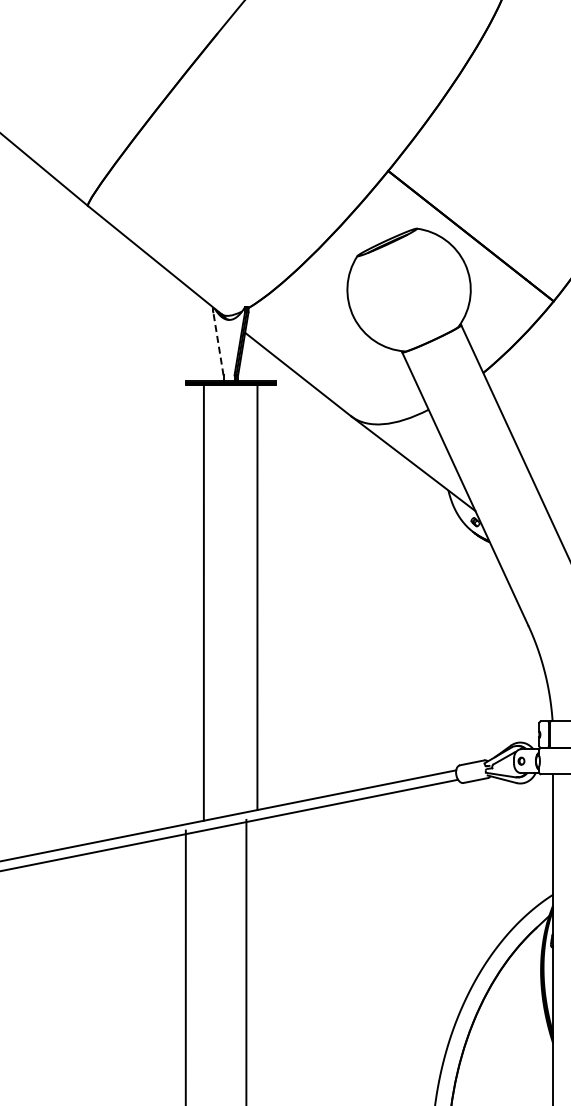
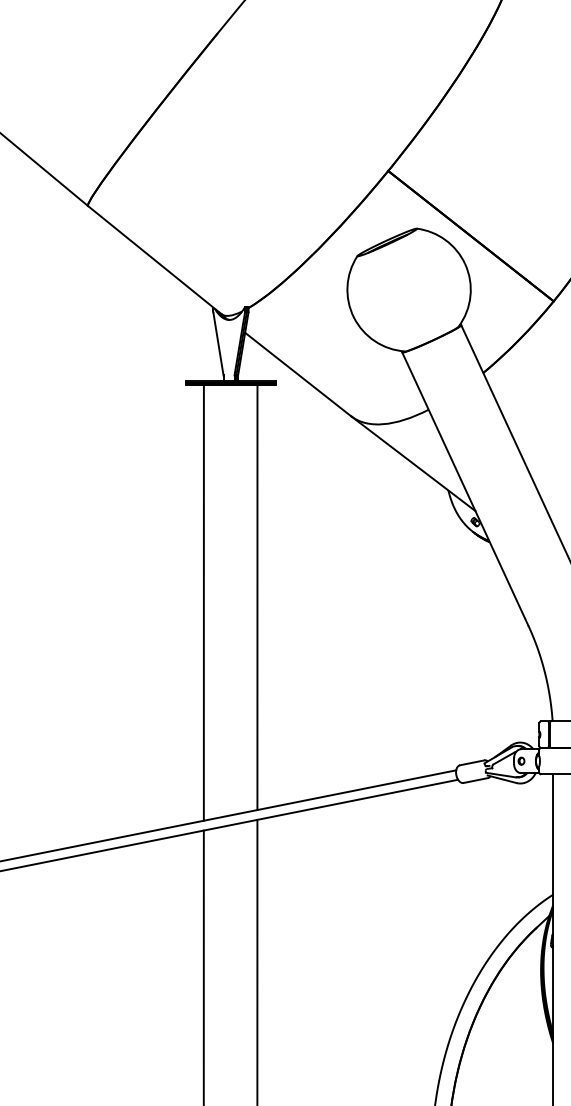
line at (218, 344): dashed -> solid
line at (246, 960) position: (246, 960) -> (257, 960)
line at (185, 966) position: (185, 966) -> (203, 966)
